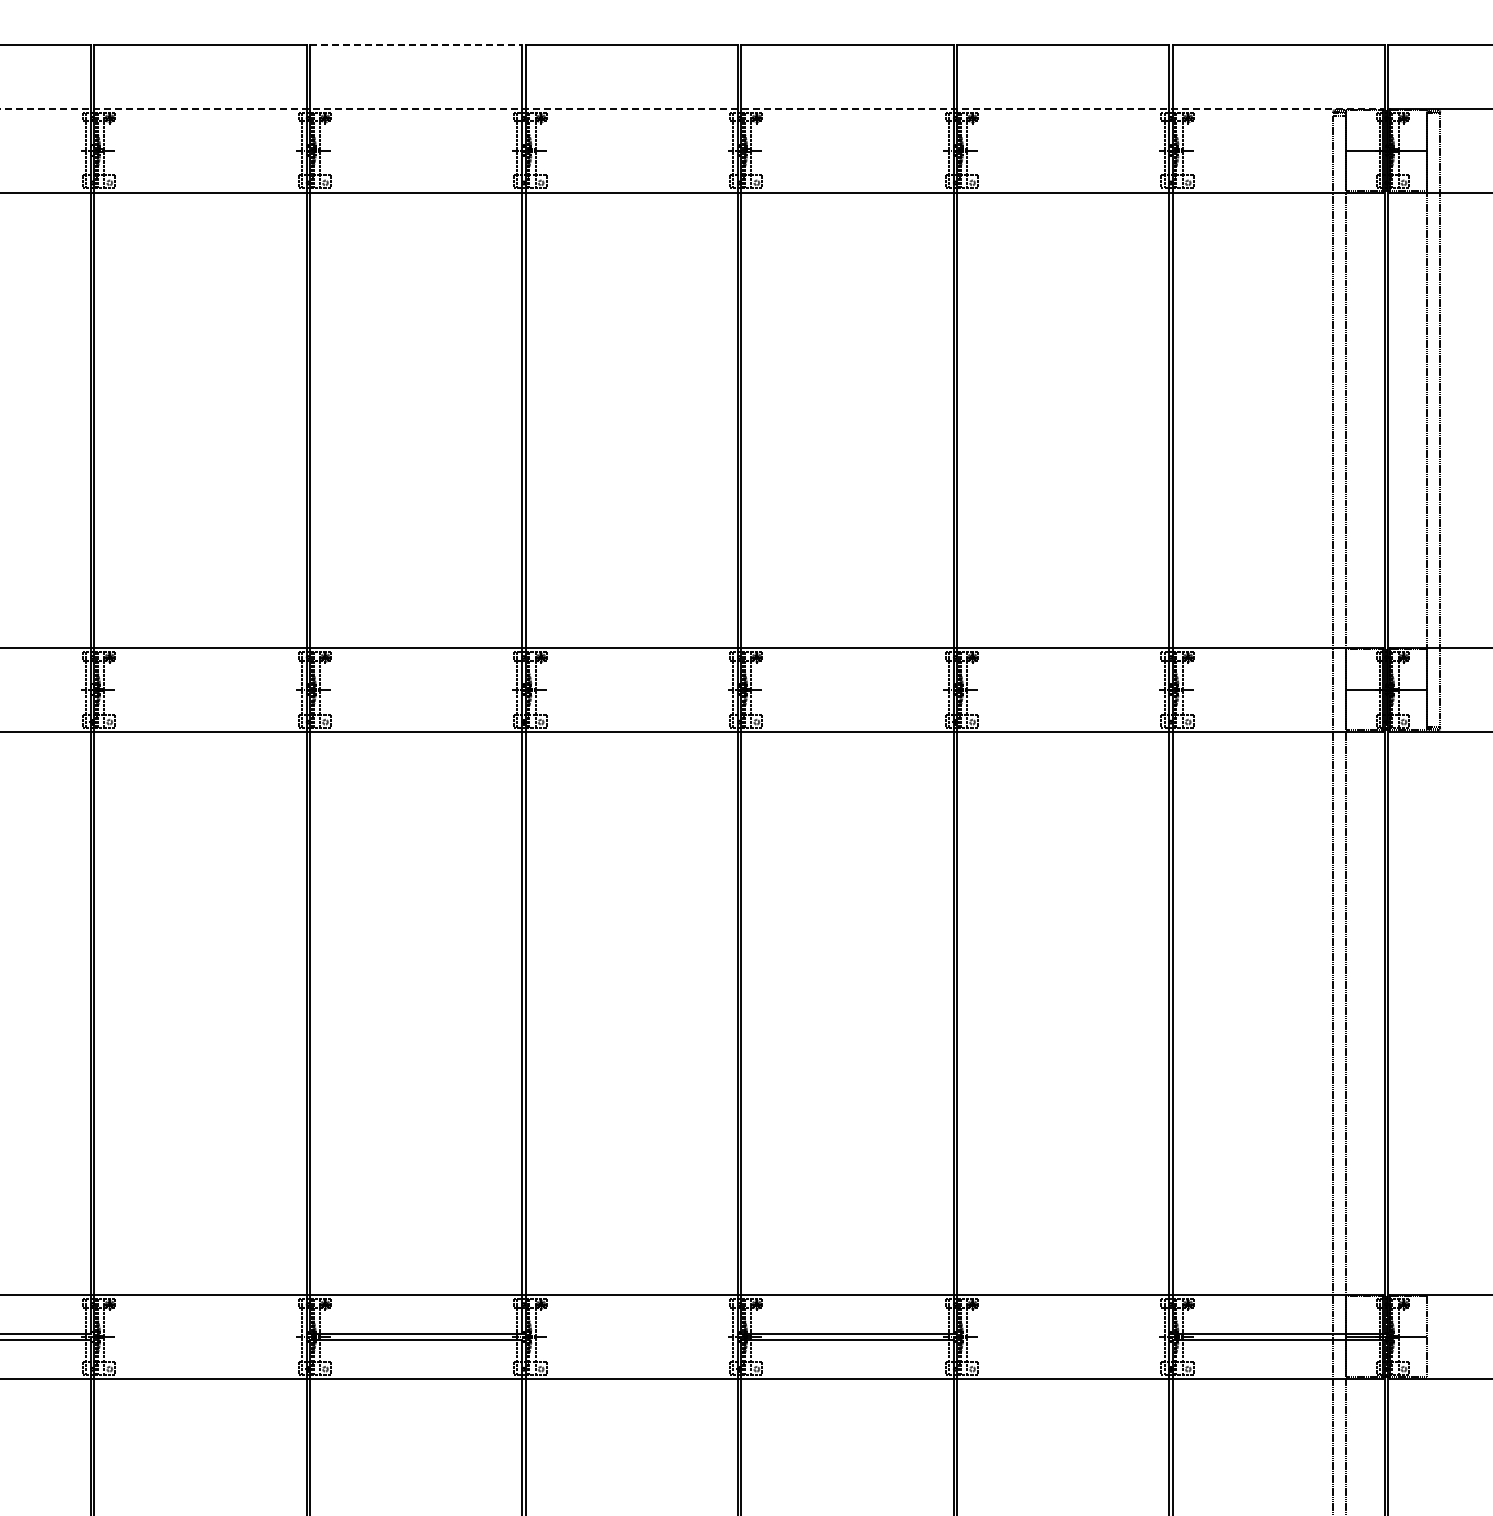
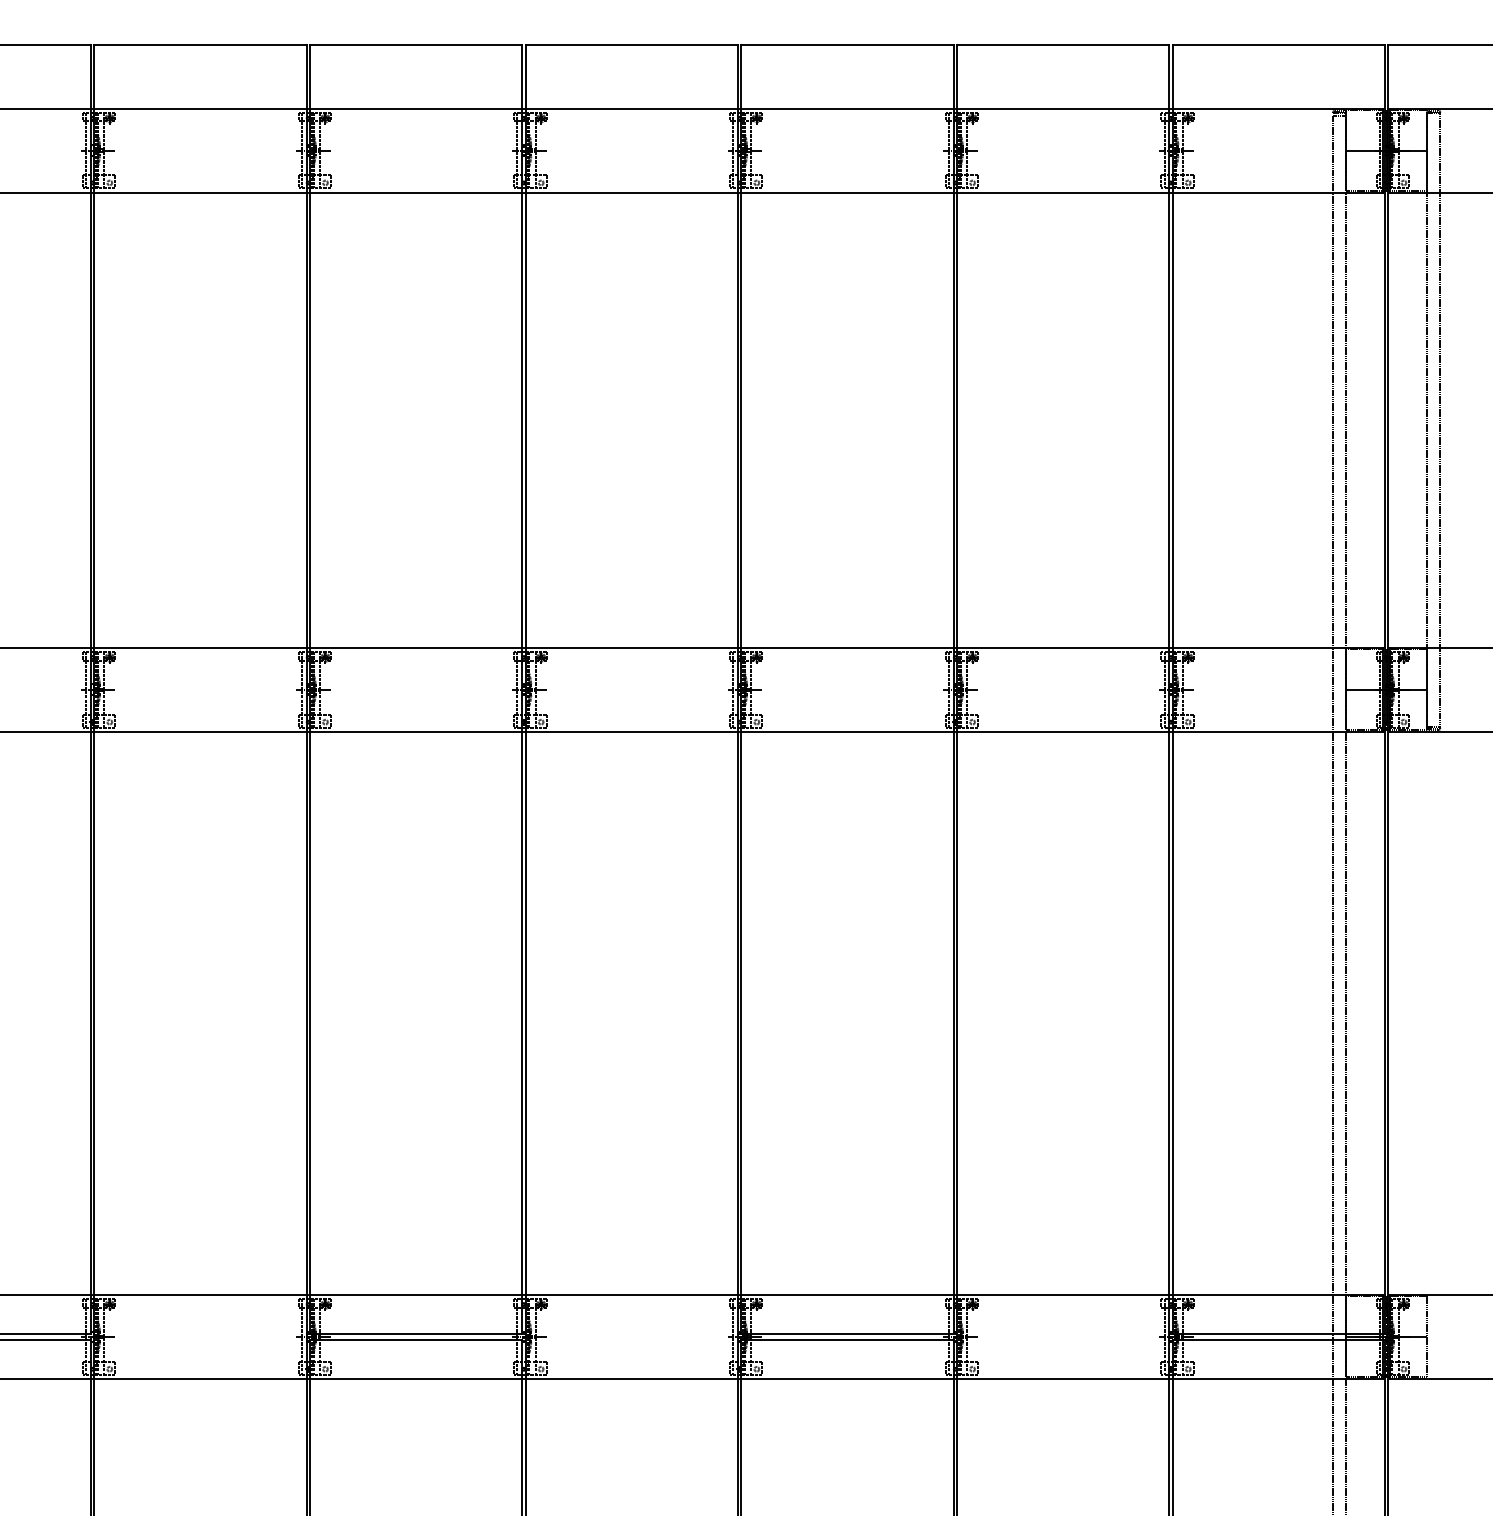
line at (416, 45): dashed -> solid
line at (692, 108): dashed -> solid
